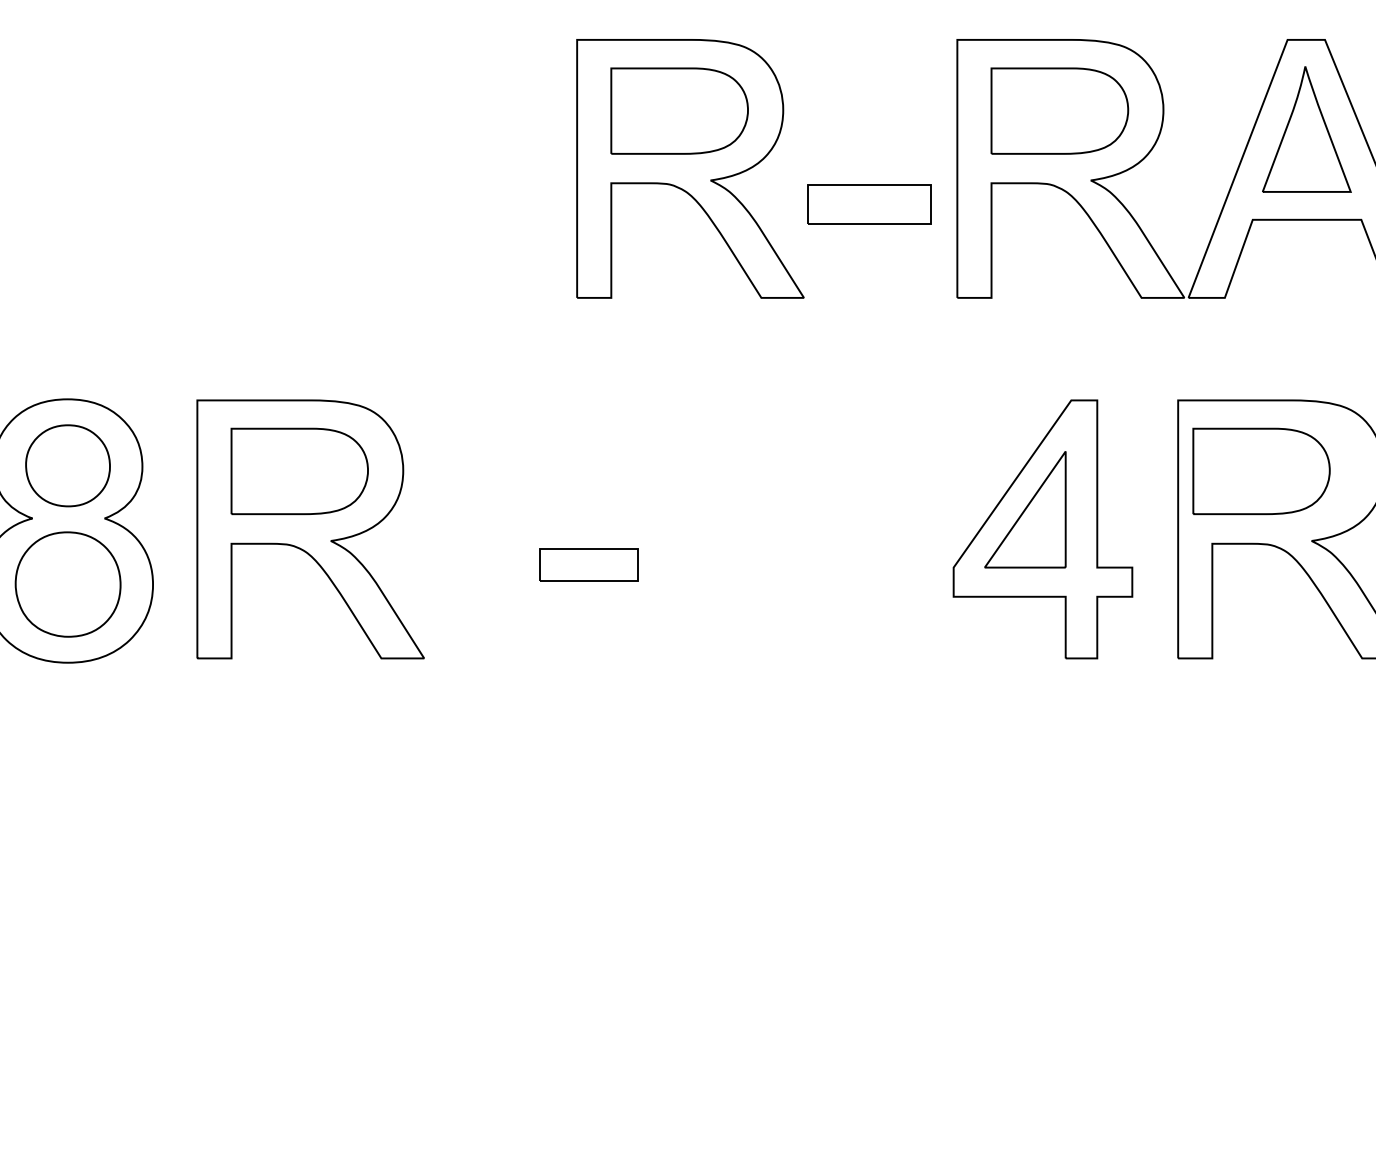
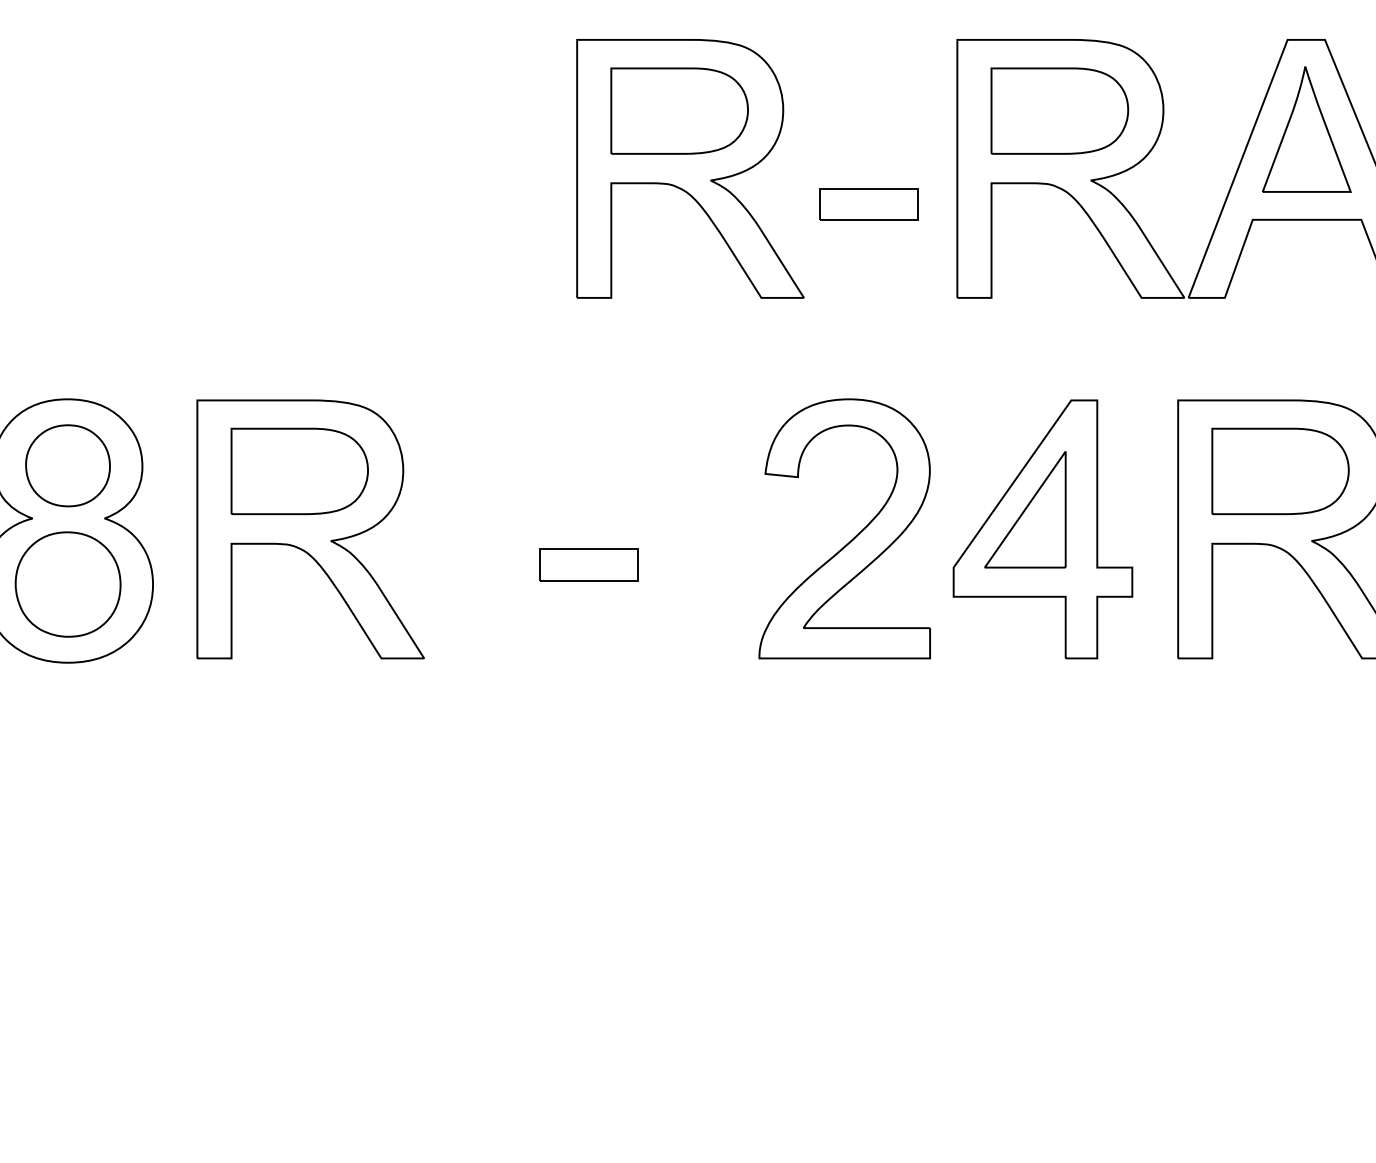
part at (869, 204) size: 125x41 px -> 100x33 px
part at (1261, 471) position: (1261, 471) -> (1280, 471)
part at (853, 537): none -> present
